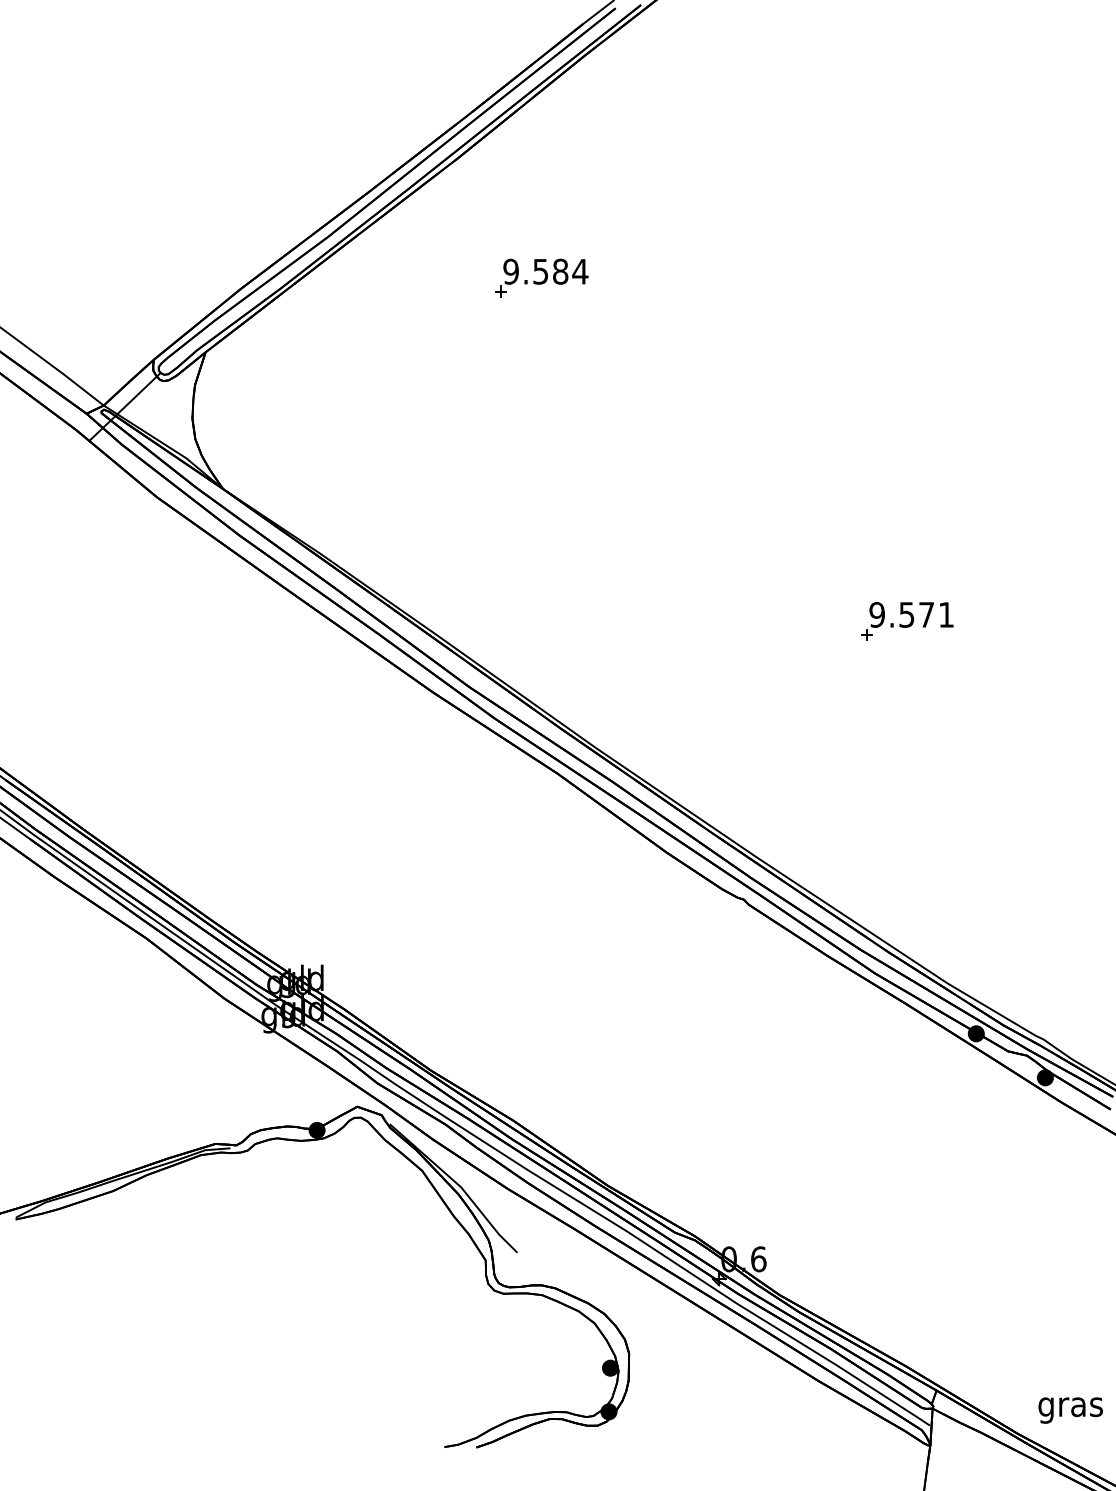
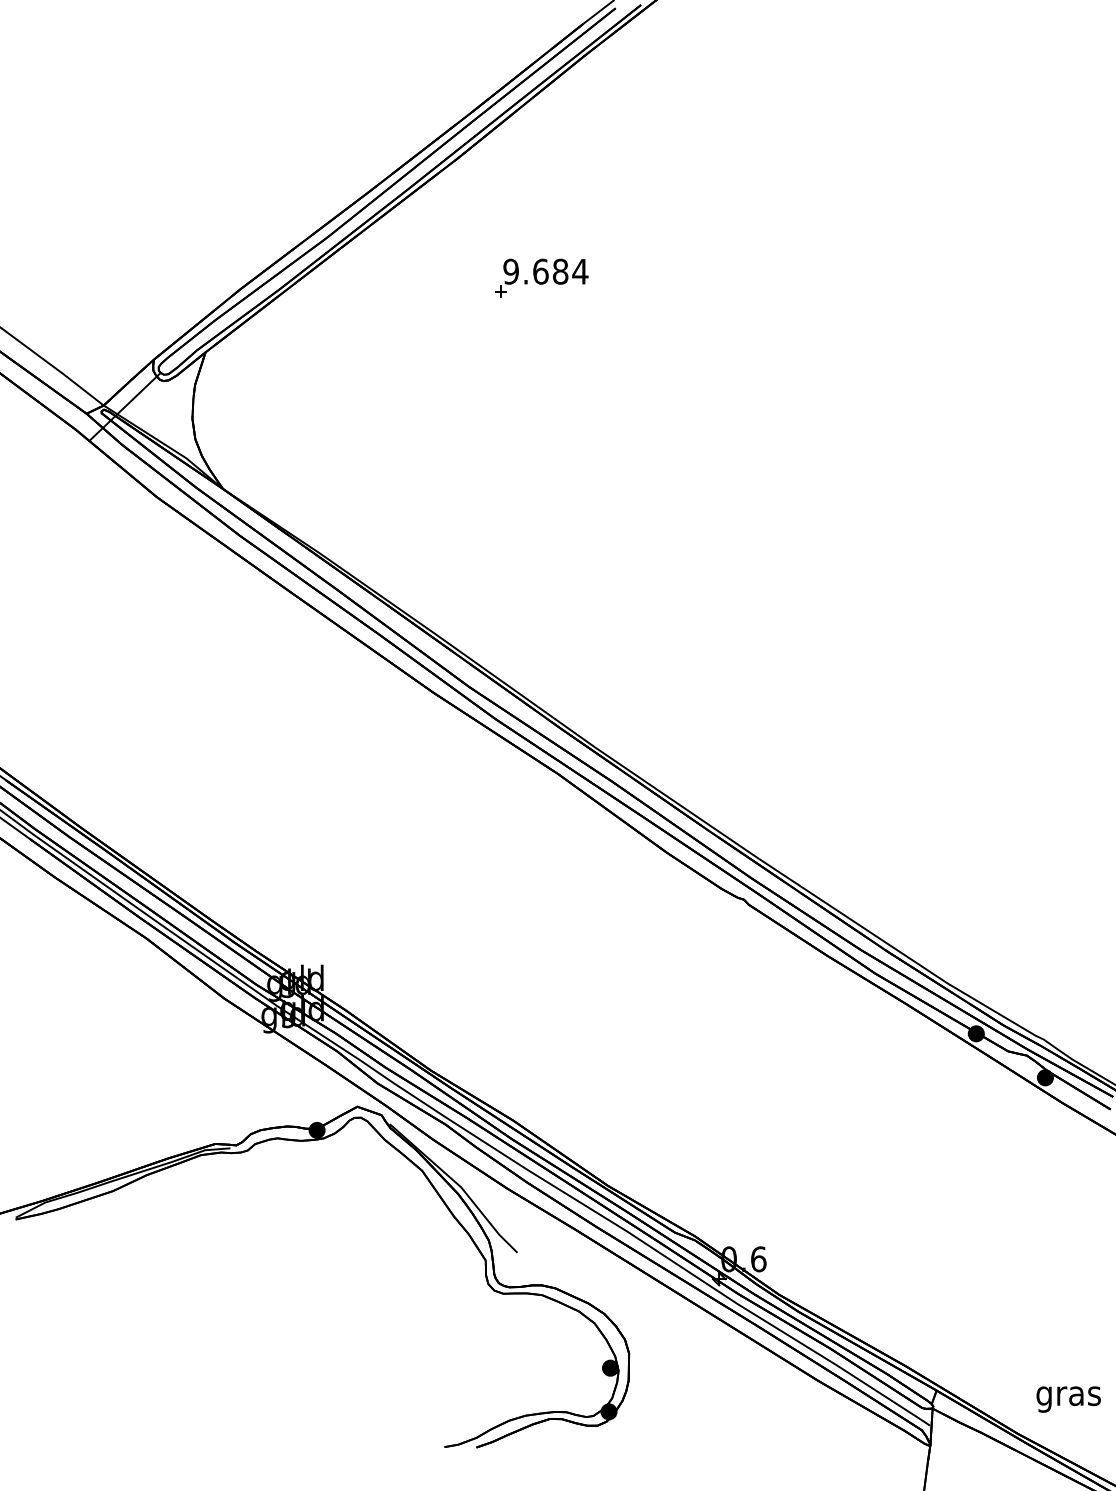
text at (540, 271): 9.584 -> 9.684
part at (907, 621): present -> none
text at (1070, 1410) position: (1070, 1410) -> (1068, 1399)
